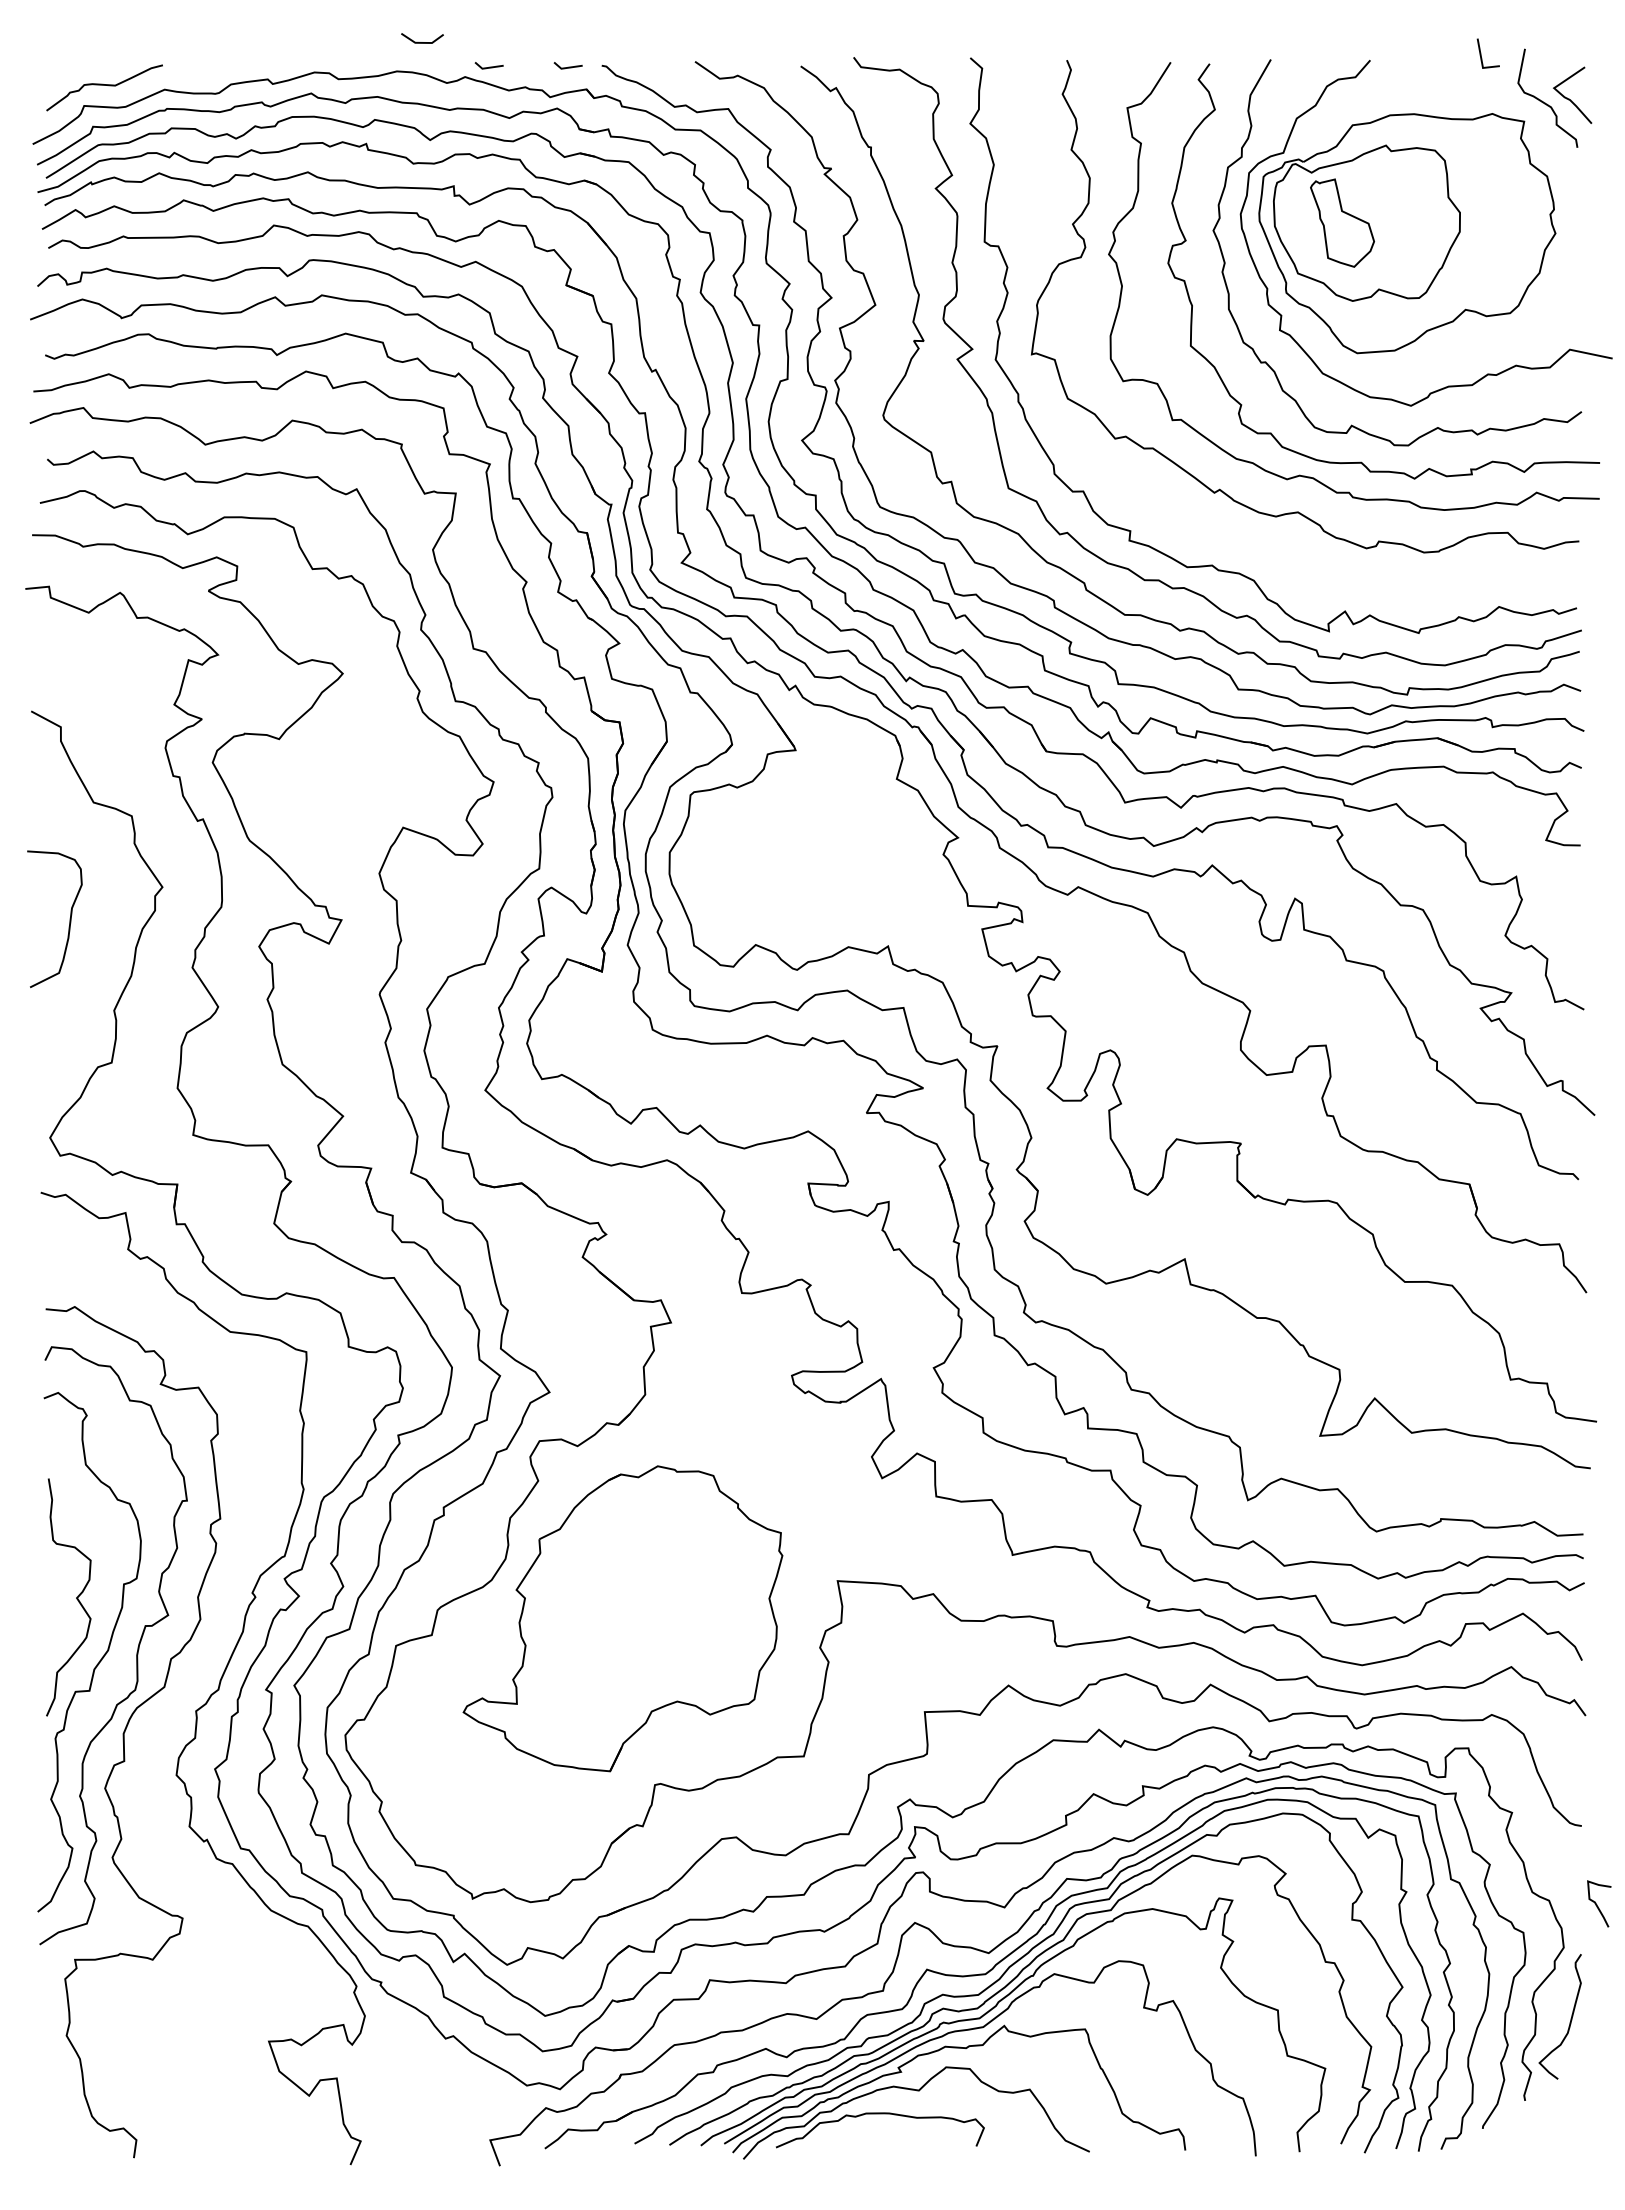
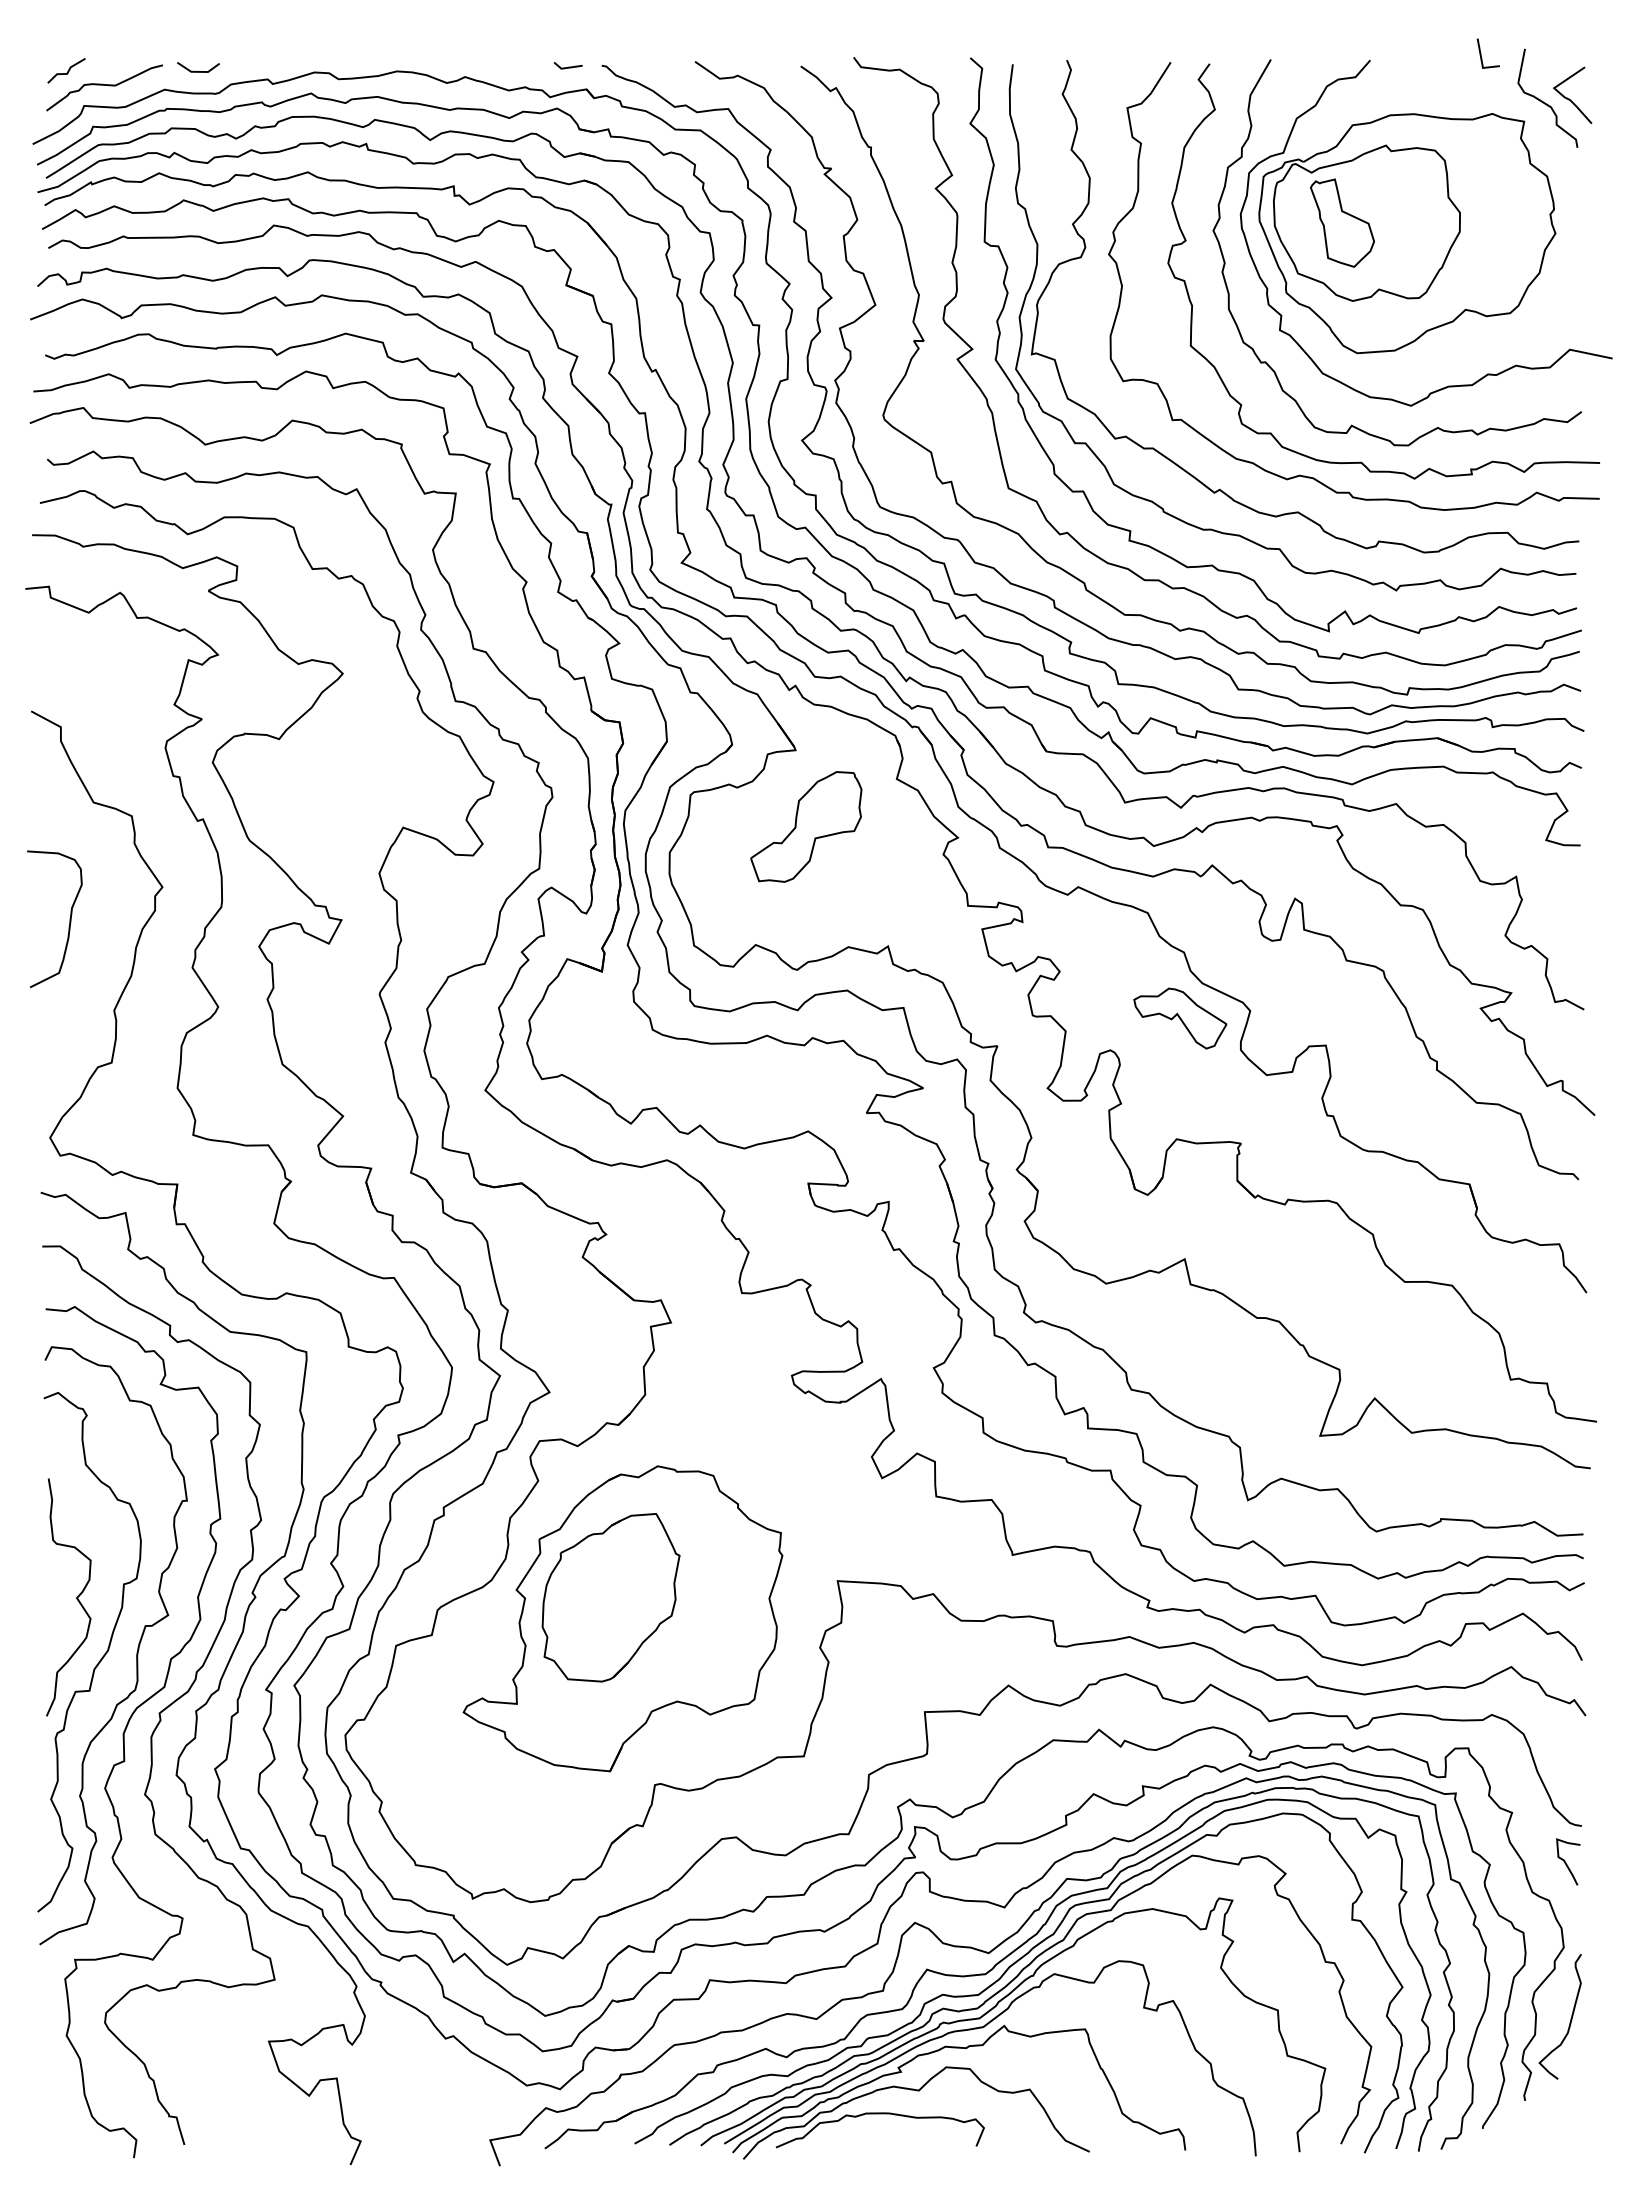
line at (422, 42) position: (422, 42) -> (198, 71)
line at (489, 66): present -> none
line at (67, 71): none -> present
curve at (1239, 534): none -> present
part at (806, 826): none -> present
part at (1180, 1018): none -> present
part at (610, 1597): none -> present
curve at (166, 1706): none -> present
curve at (1597, 1904) position: (1597, 1904) -> (1566, 1862)
